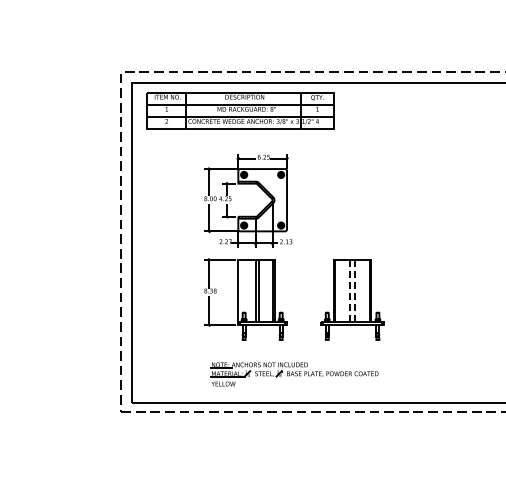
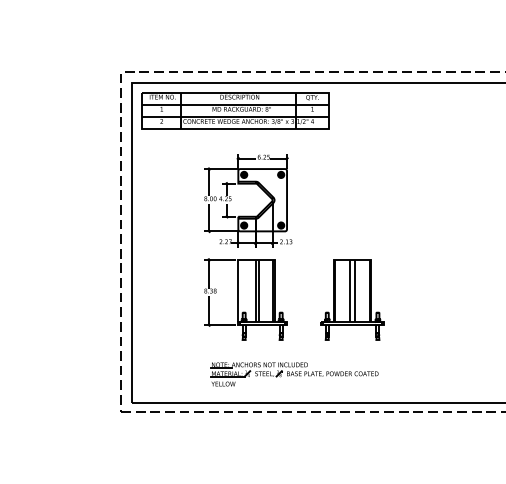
part at (240, 110) position: (240, 110) -> (235, 110)
line at (349, 291): dashed -> solid
line at (355, 291): dashed -> solid
